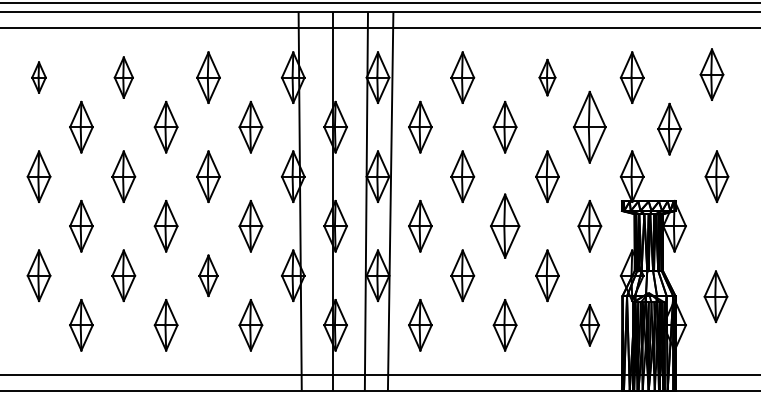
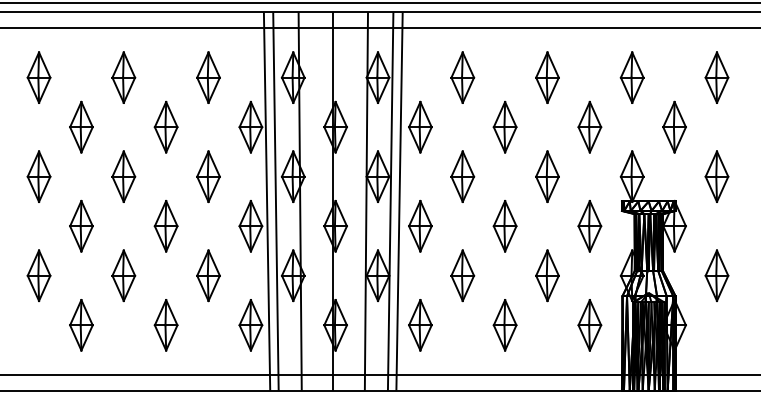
part at (711, 74) position: (711, 74) -> (716, 77)
part at (38, 77) size: 16x33 px -> 26x53 px
part at (123, 77) size: 21x43 px -> 26x53 px
part at (547, 77) size: 19x39 px -> 25x53 px
part at (589, 126) size: 34x74 px -> 26x54 px
part at (669, 128) position: (669, 128) -> (674, 126)
line at (266, 201): none -> present
line at (275, 201): none -> present
line at (399, 201): none -> present
part at (505, 225) size: 31x66 px -> 26x53 px
part at (208, 275) size: 21x44 px -> 25x54 px
part at (715, 296) position: (715, 296) -> (716, 275)
part at (589, 325) size: 21x43 px -> 26x53 px
